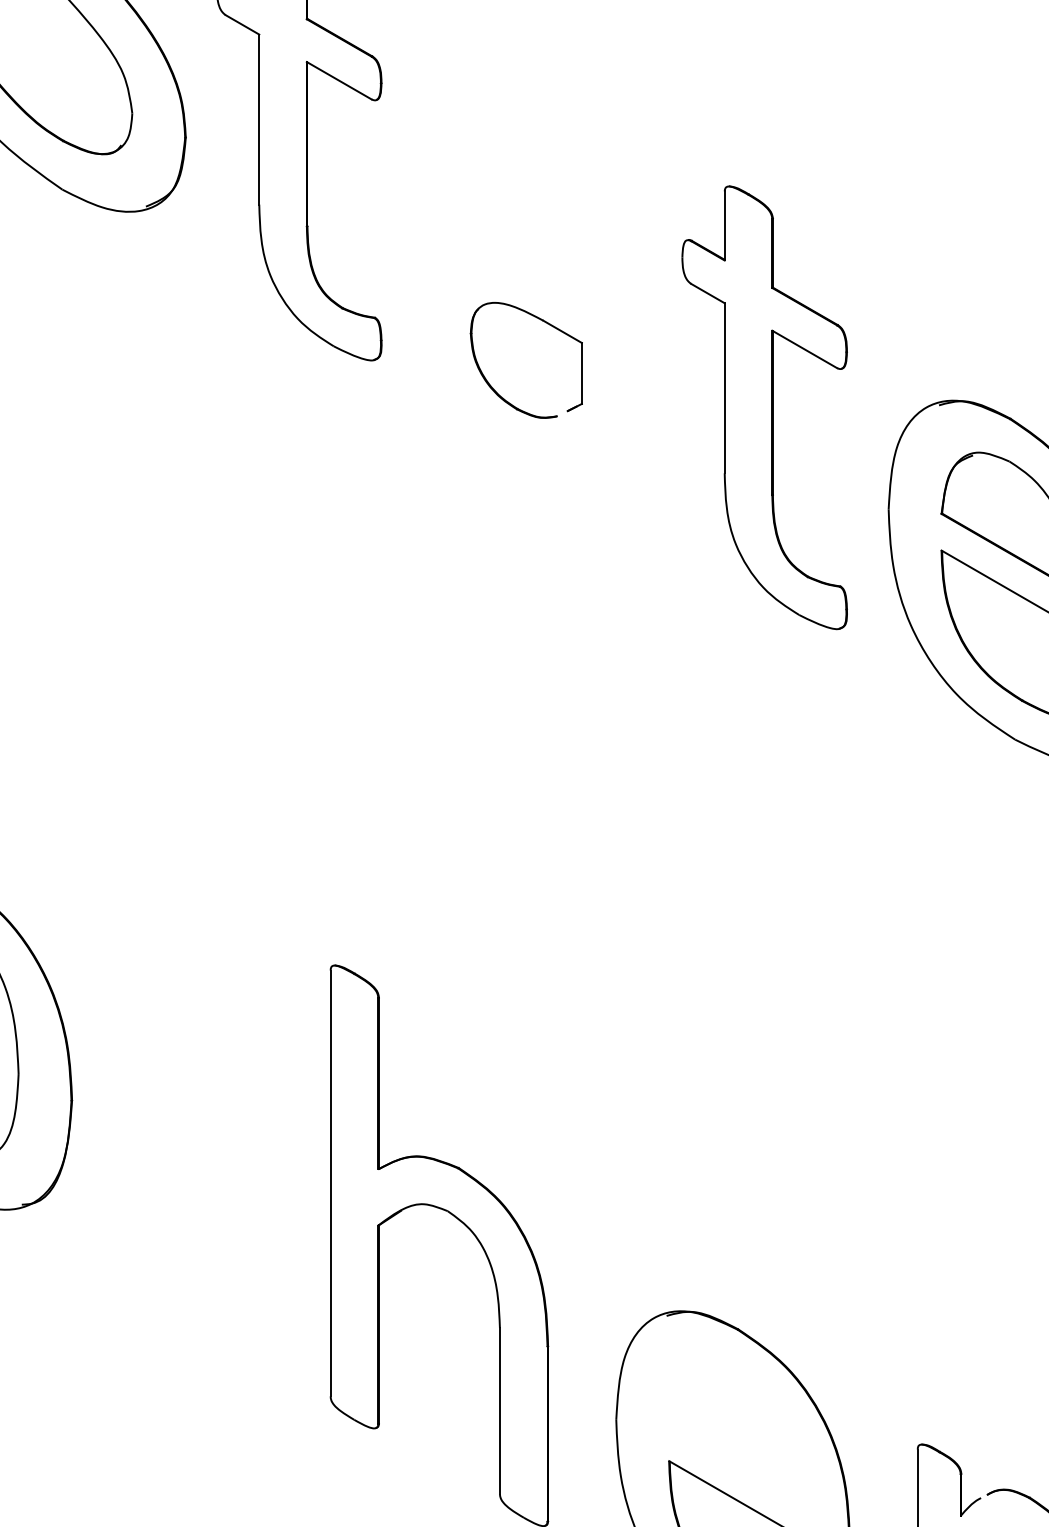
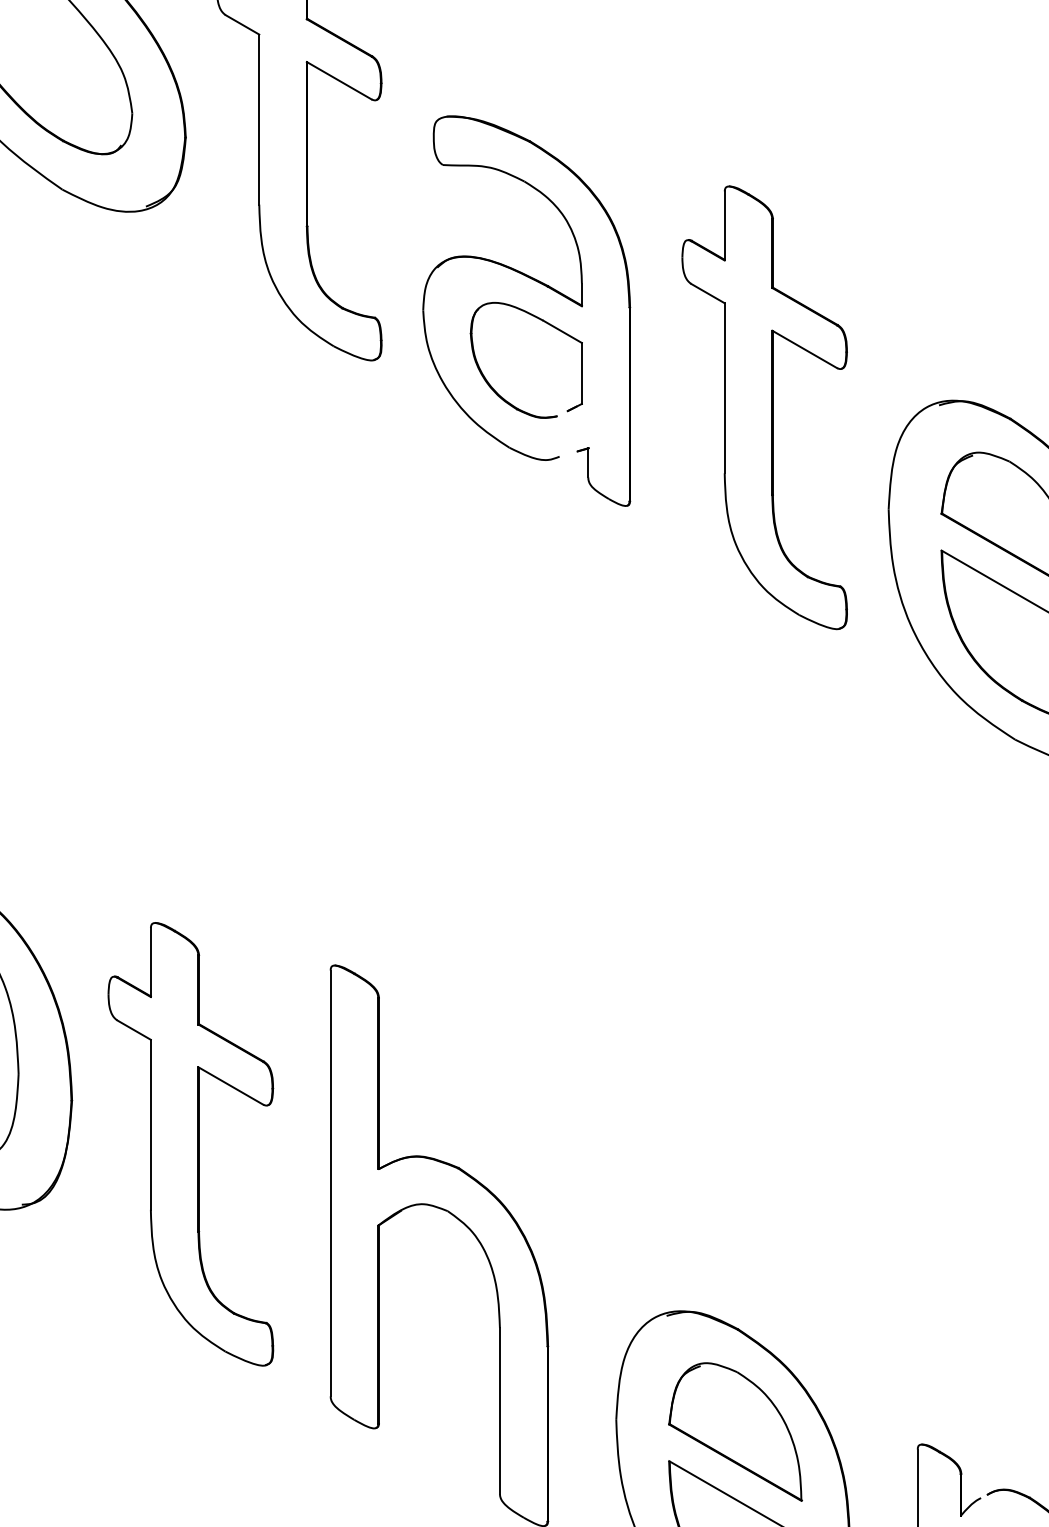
part at (539, 283): none -> present
part at (190, 1144): none -> present
part at (735, 1431): none -> present
